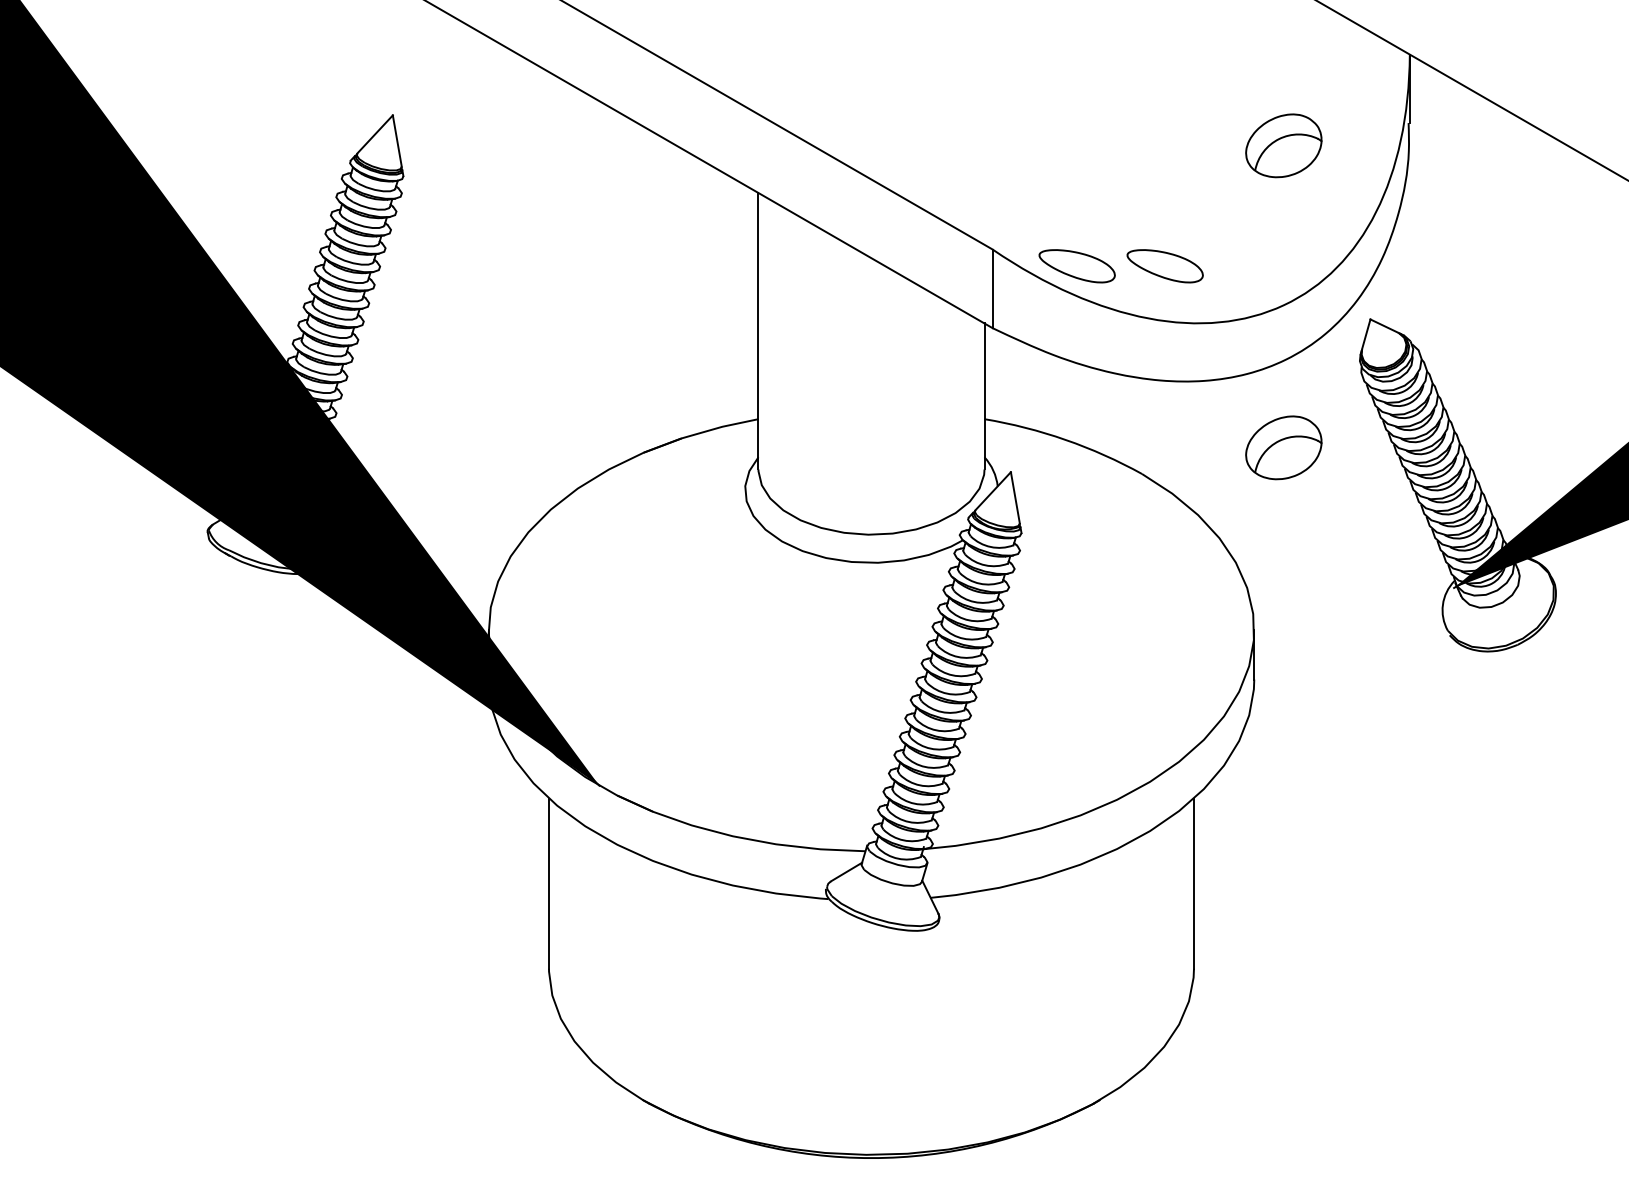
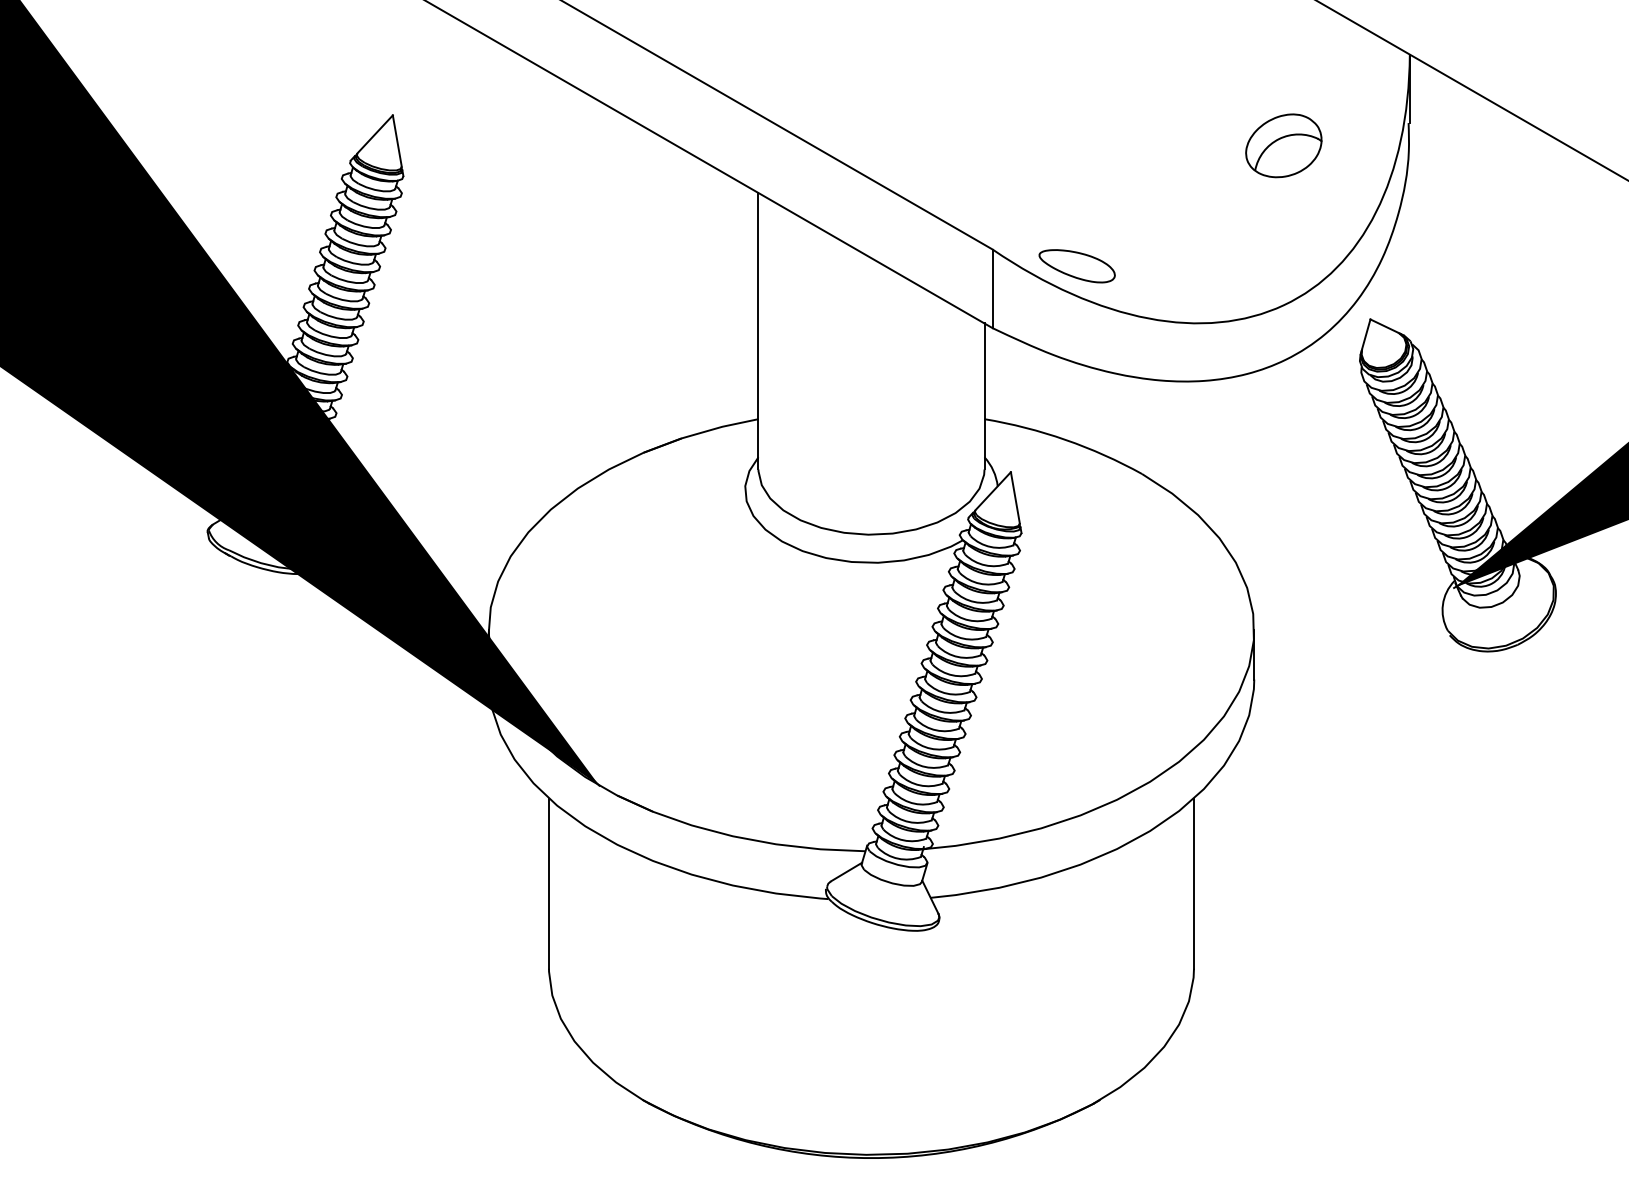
part at (1164, 266): present -> none
part at (1283, 447): present -> none
